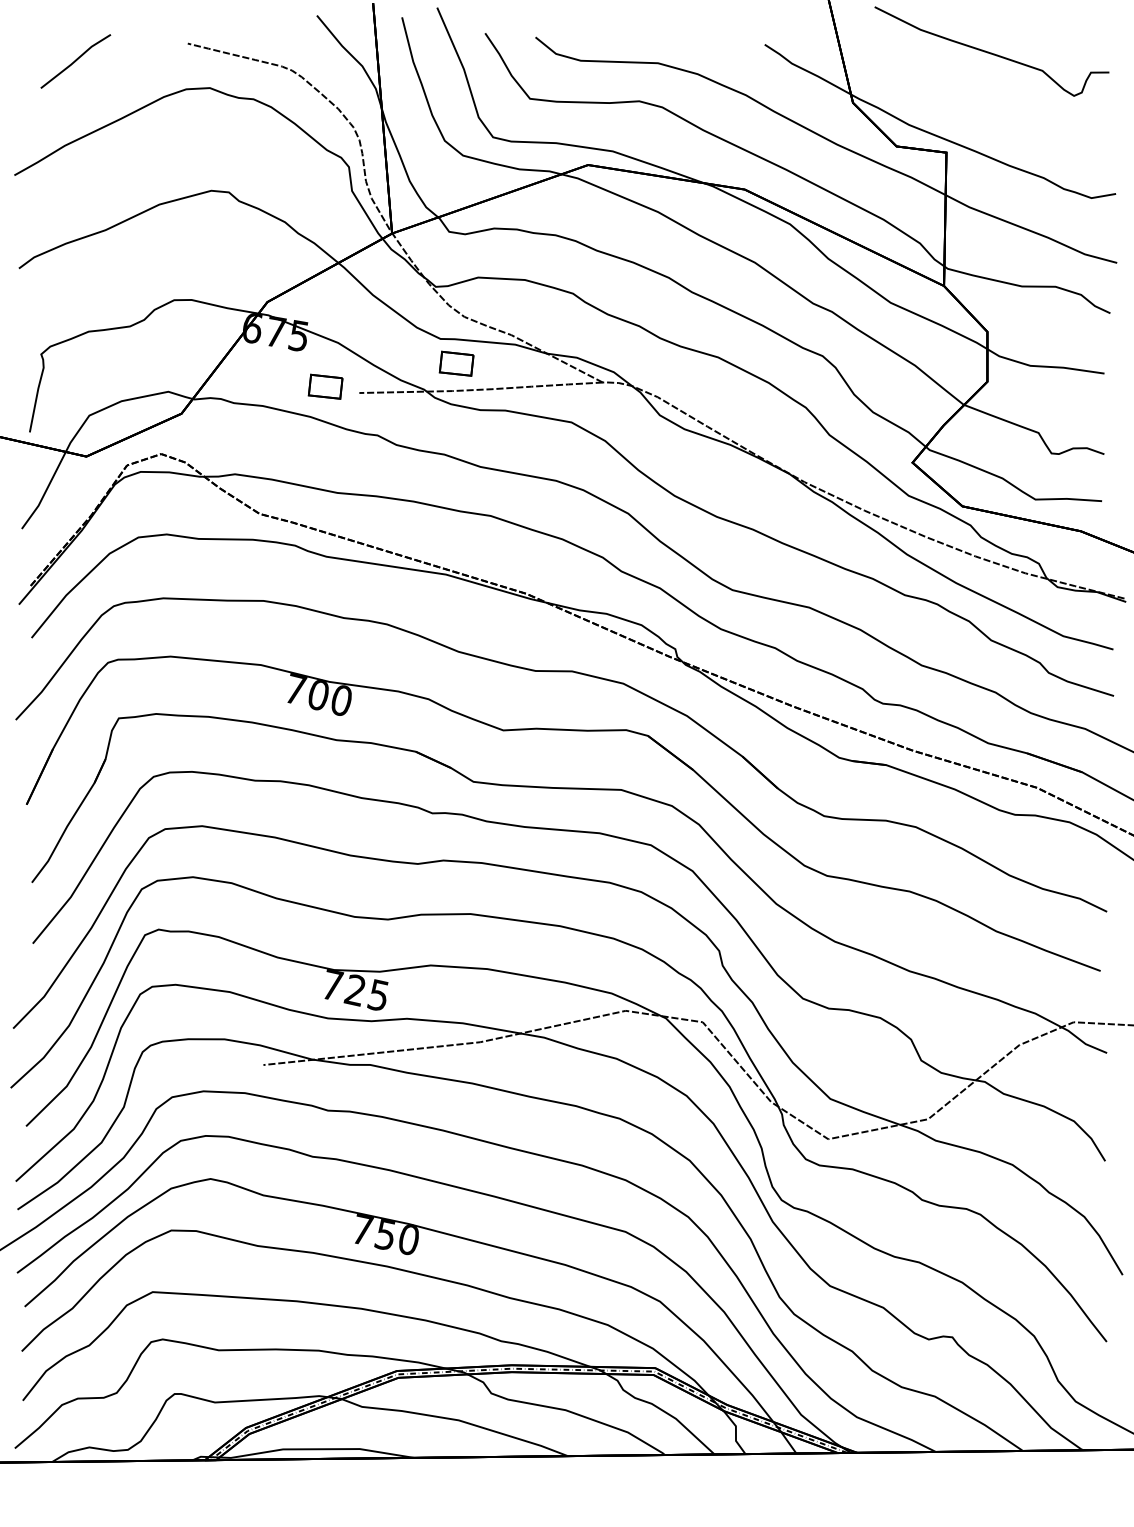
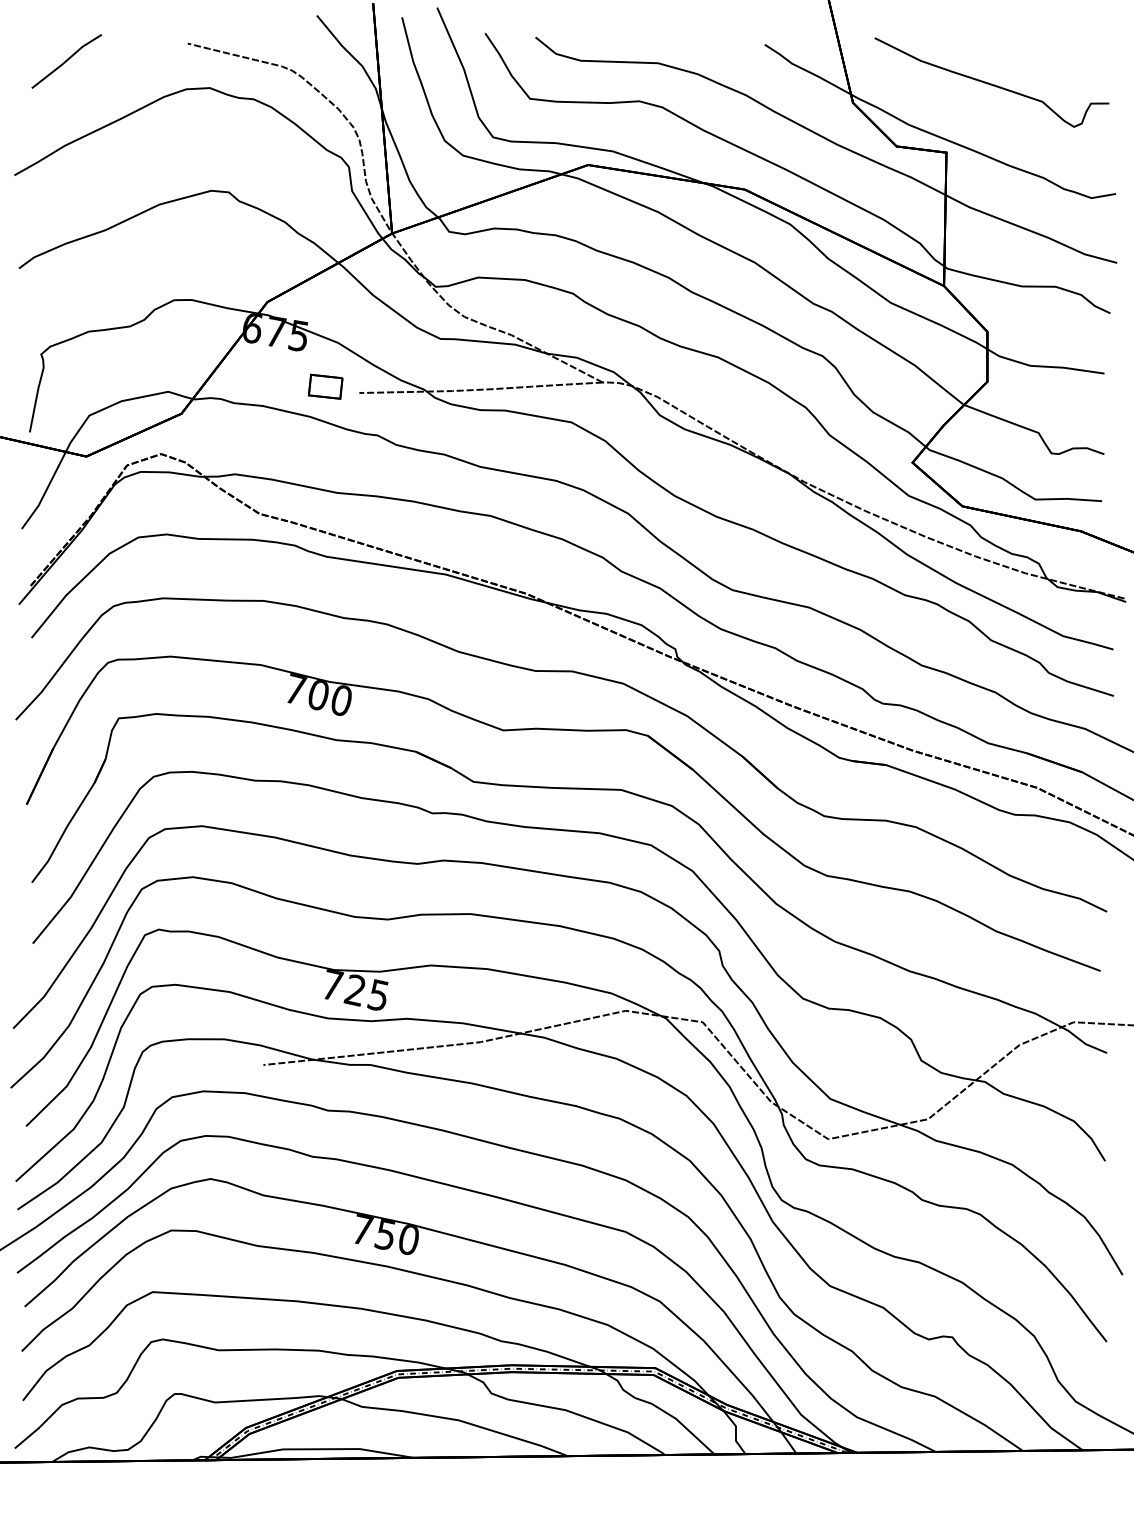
curve at (991, 52) position: (991, 52) -> (991, 83)
line at (75, 61) position: (75, 61) -> (66, 61)
part at (456, 363): present -> none
